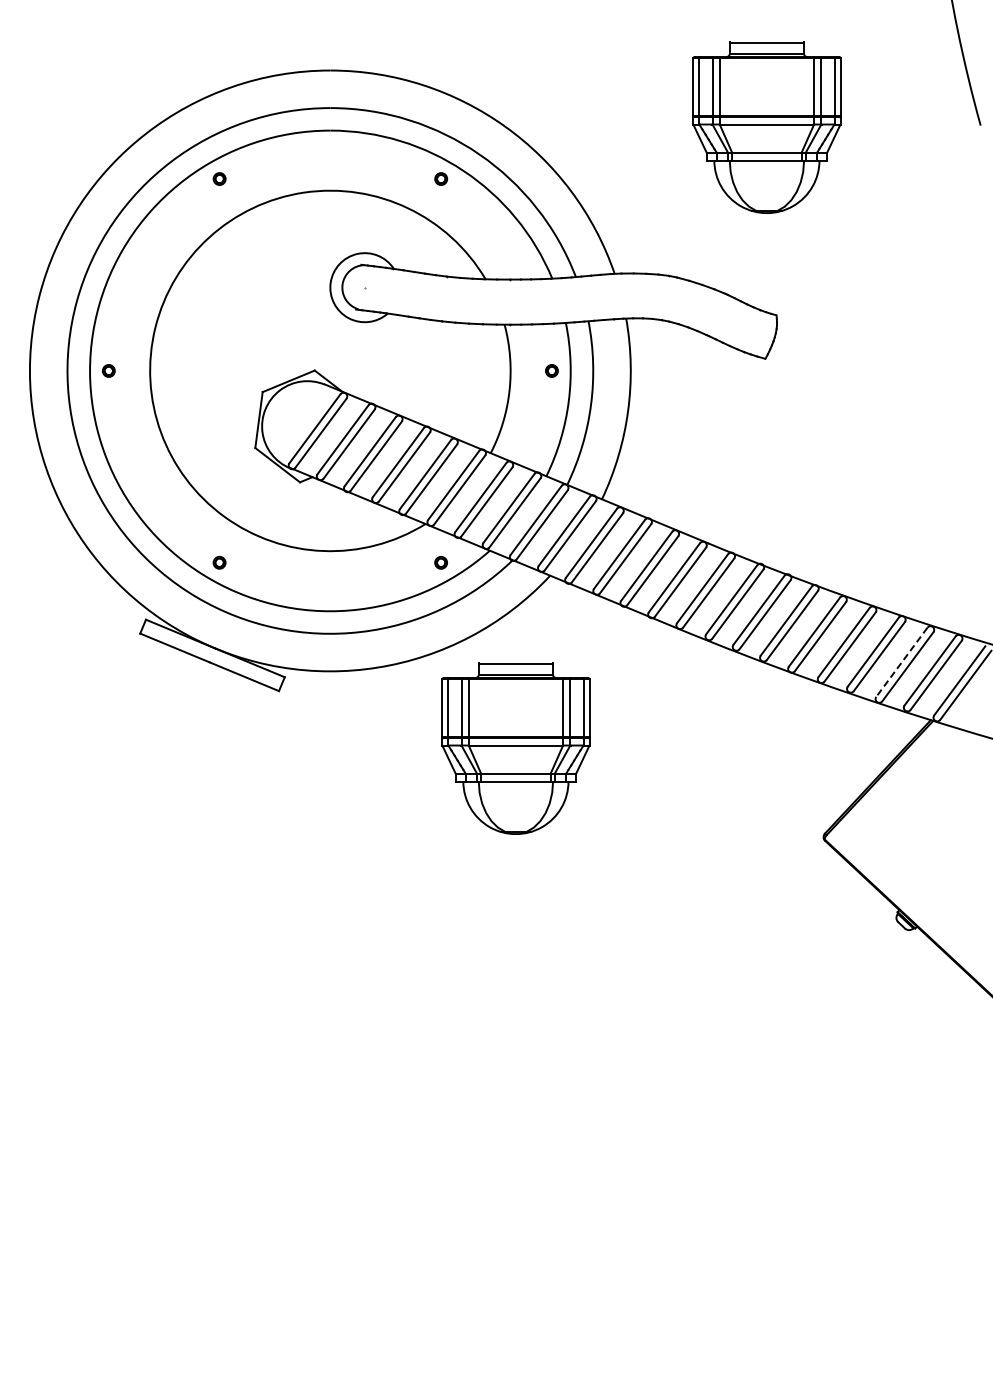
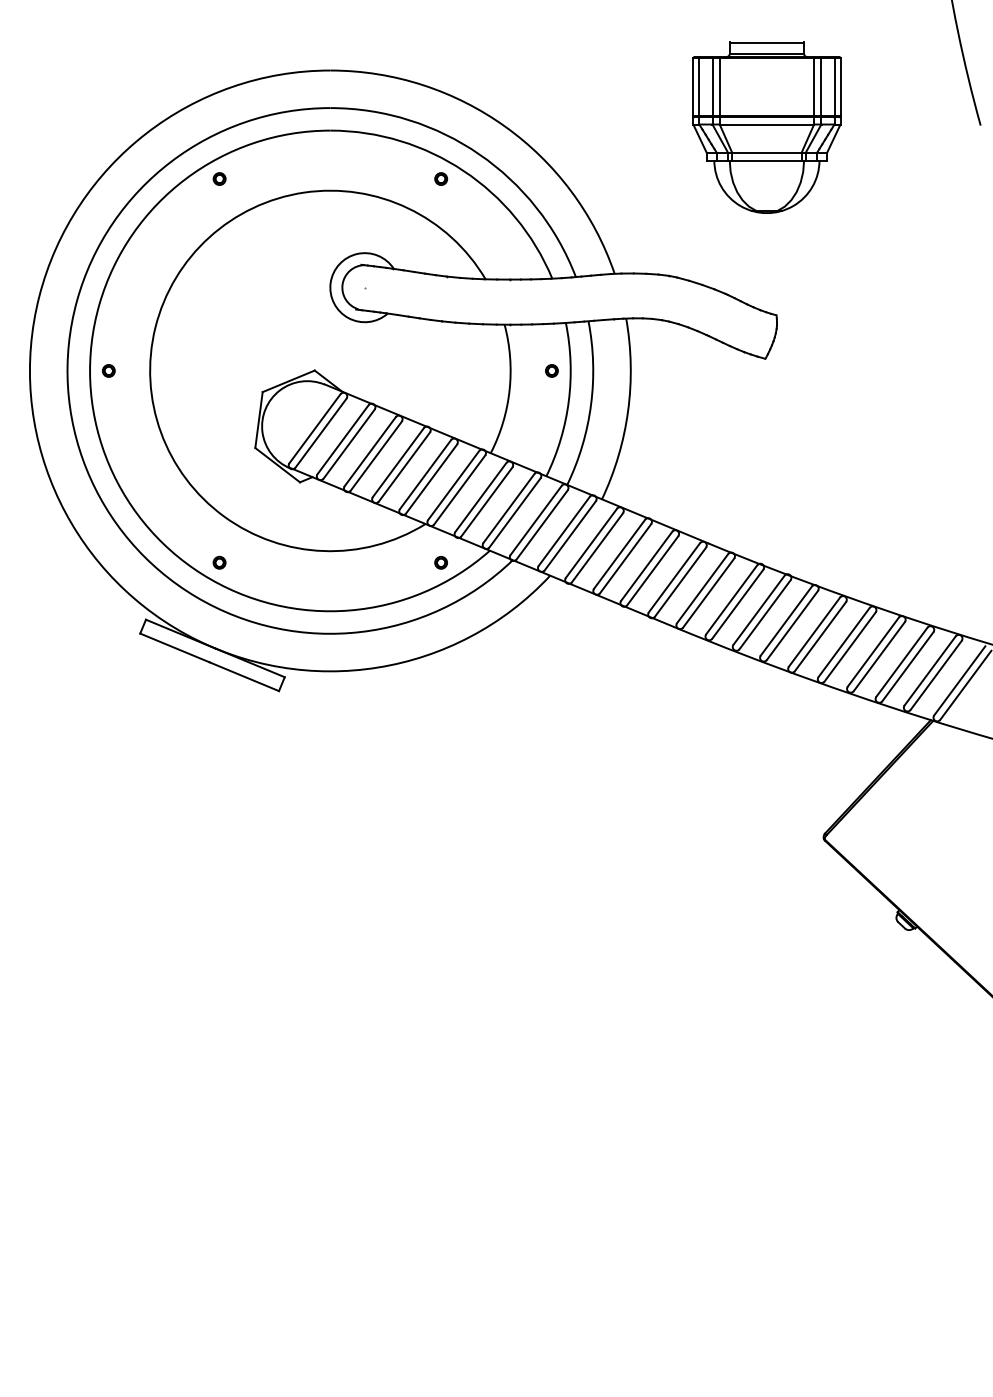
line at (901, 662): dashed -> solid
part at (515, 748): present -> none
